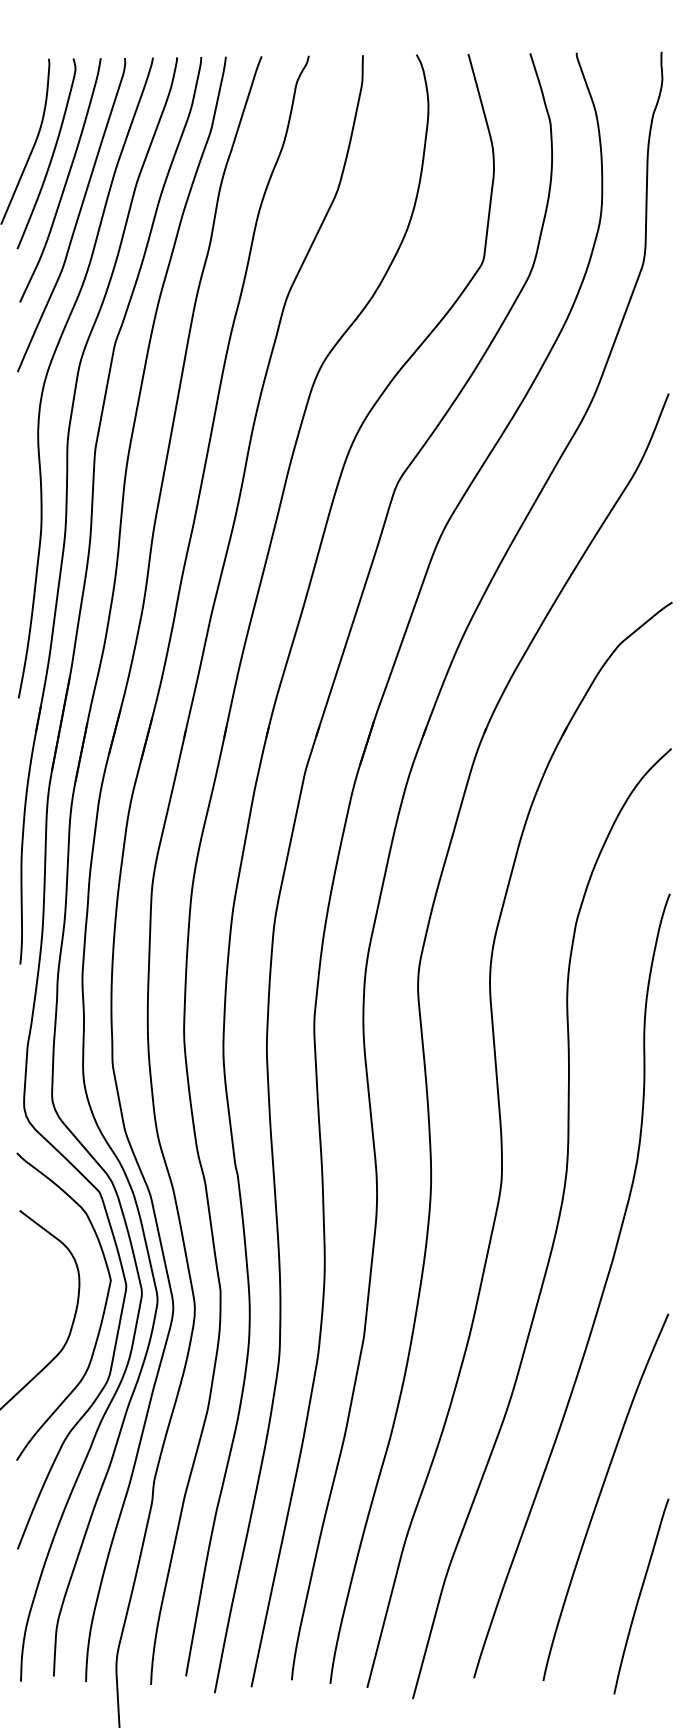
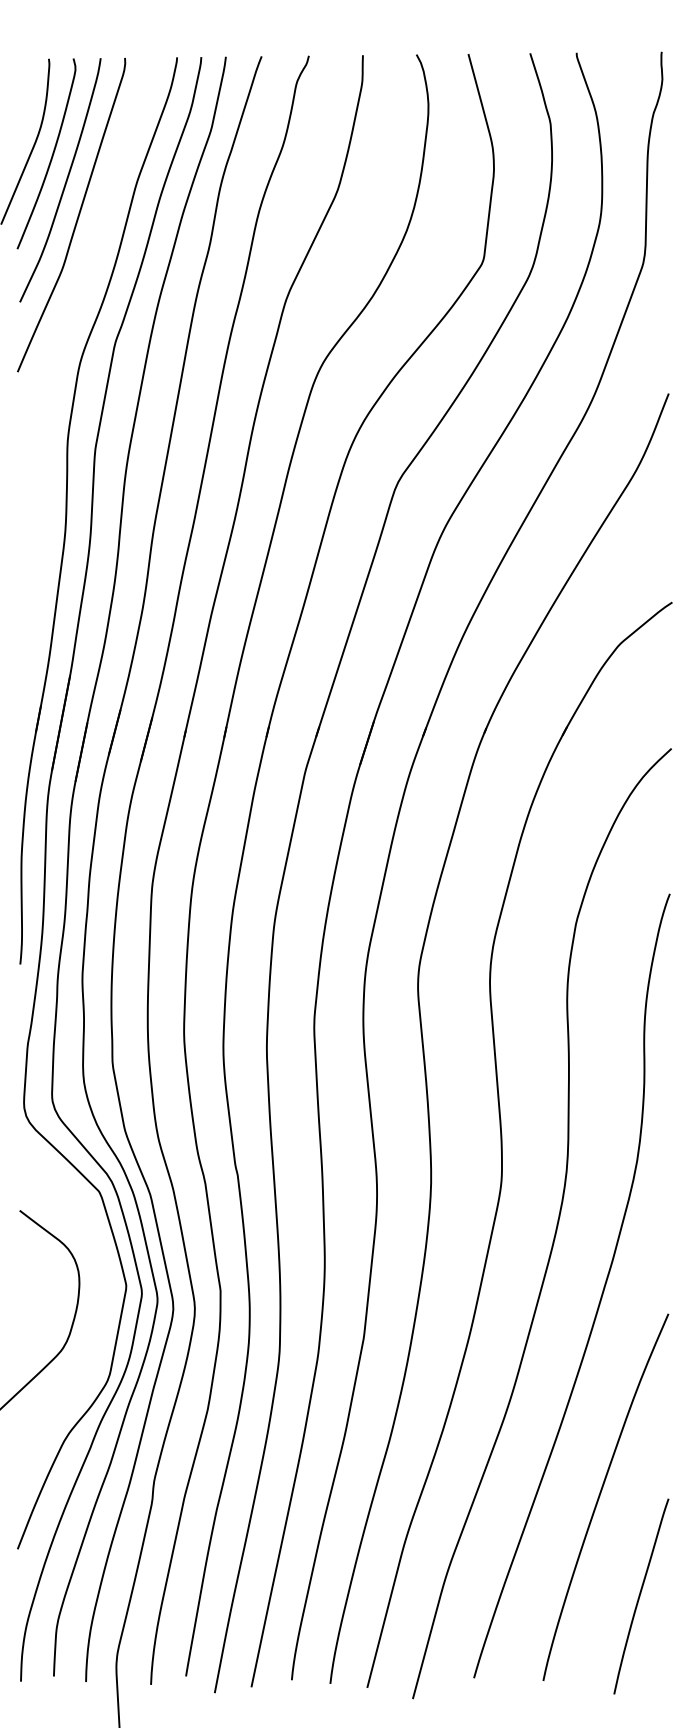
curve at (51, 364): present -> none
curve at (101, 1317): present -> none
